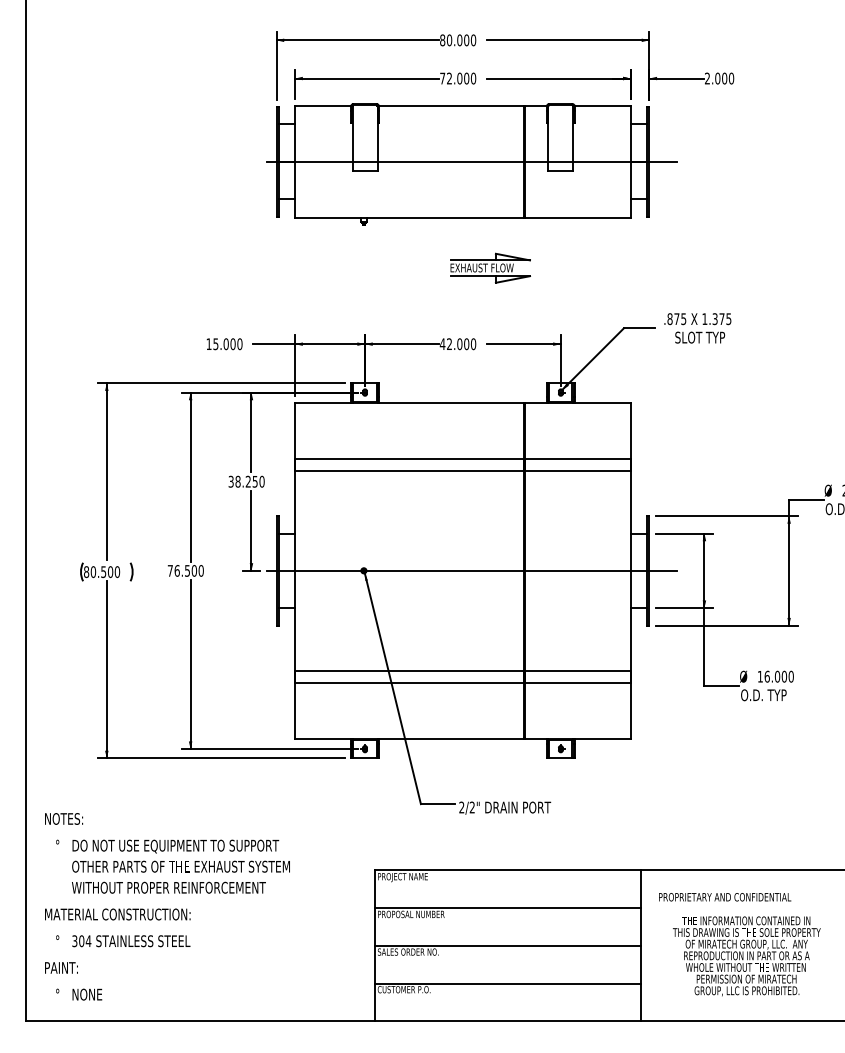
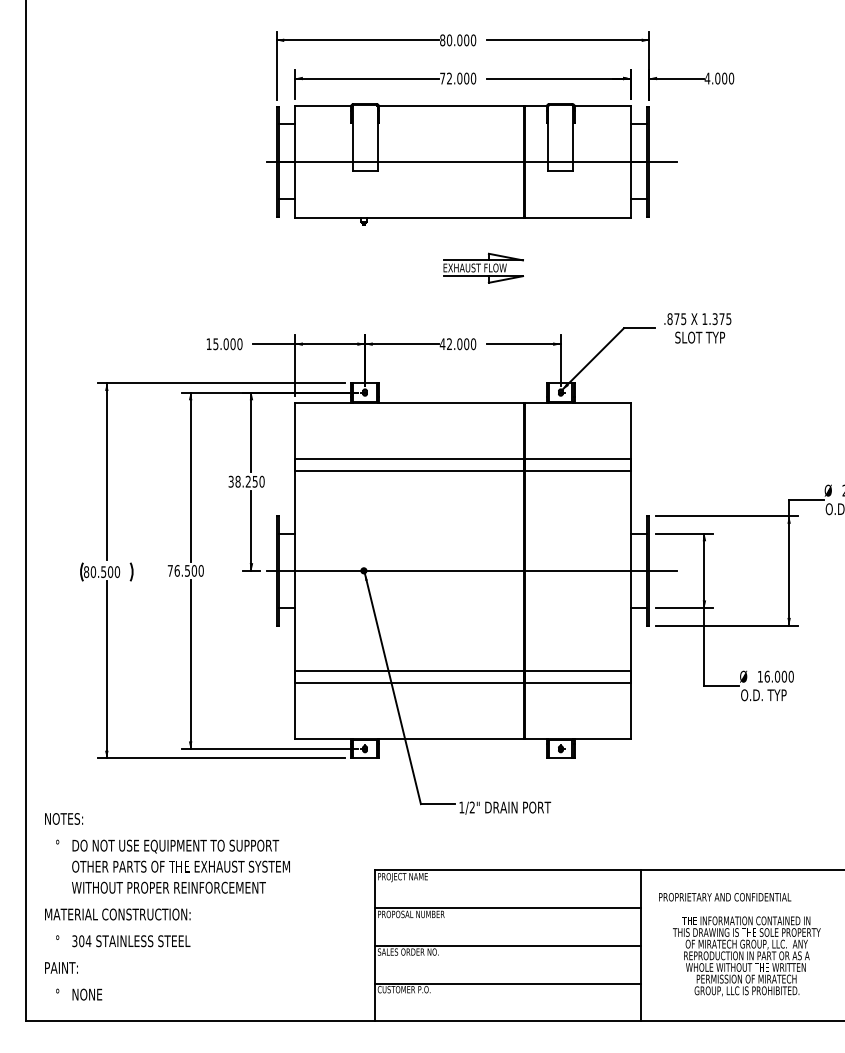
text at (707, 78): 2.000 -> 4.000
part at (490, 267) position: (490, 267) -> (483, 267)
text at (461, 807): 2/2" -> 1/2"
